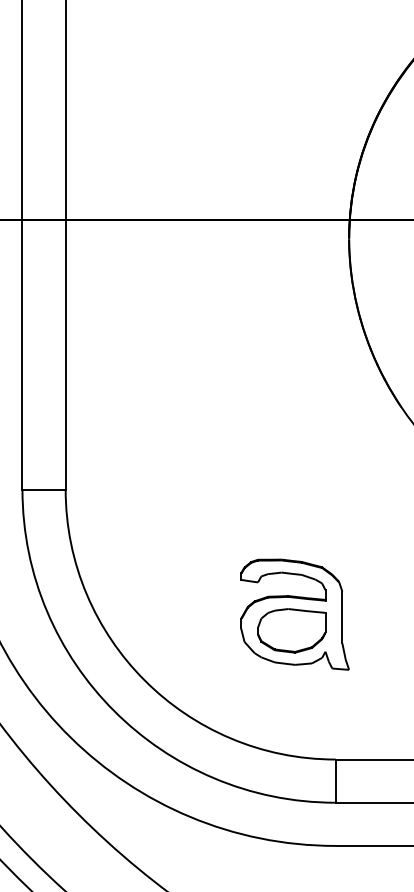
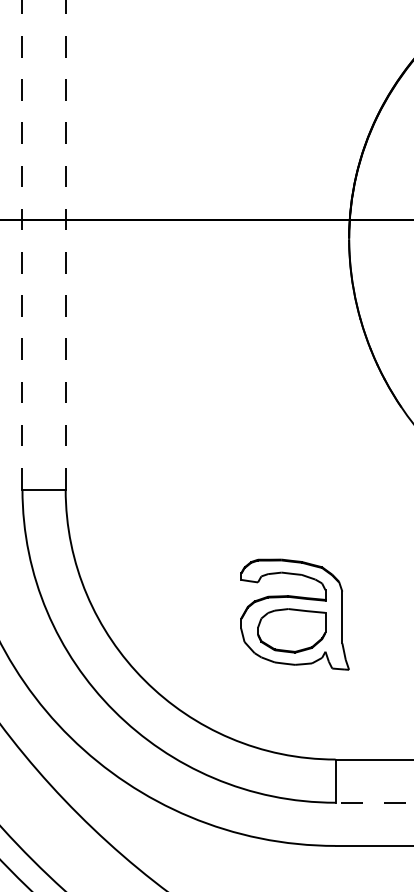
line at (22, 244): solid -> dashed
line at (65, 244): solid -> dashed
line at (374, 802): solid -> dashed
